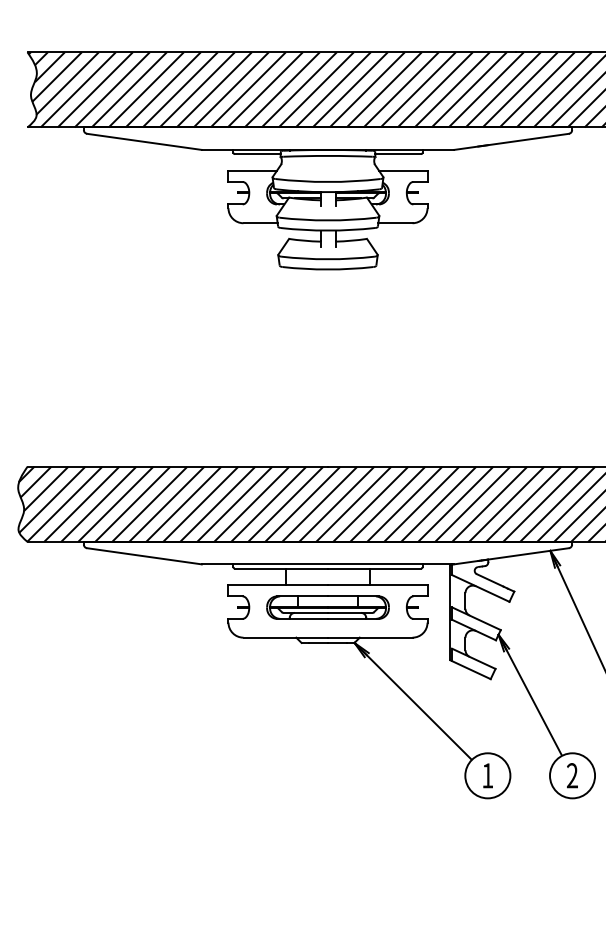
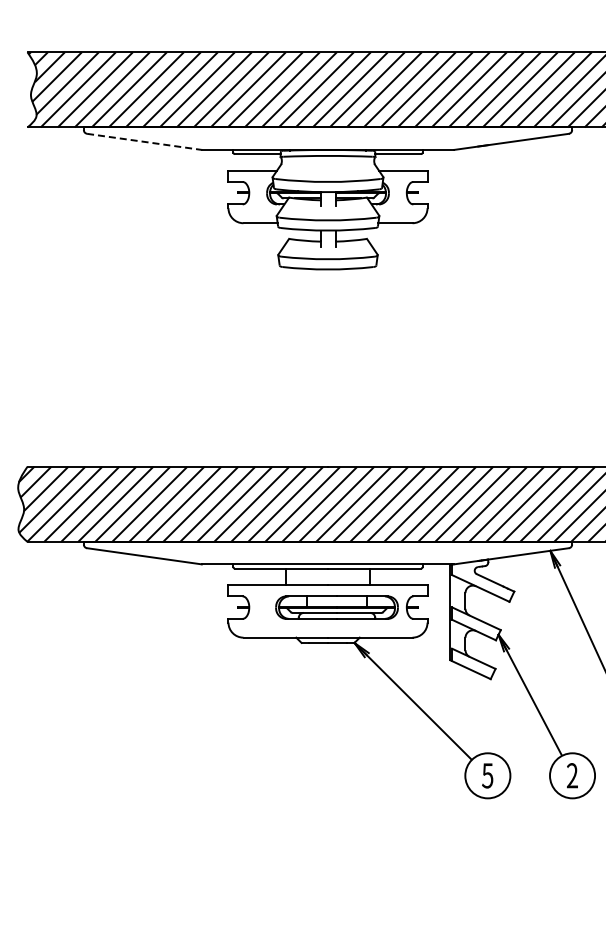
line at (144, 141): solid -> dashed
part at (327, 607) position: (327, 607) -> (336, 607)
text at (487, 775): 1 -> 5
